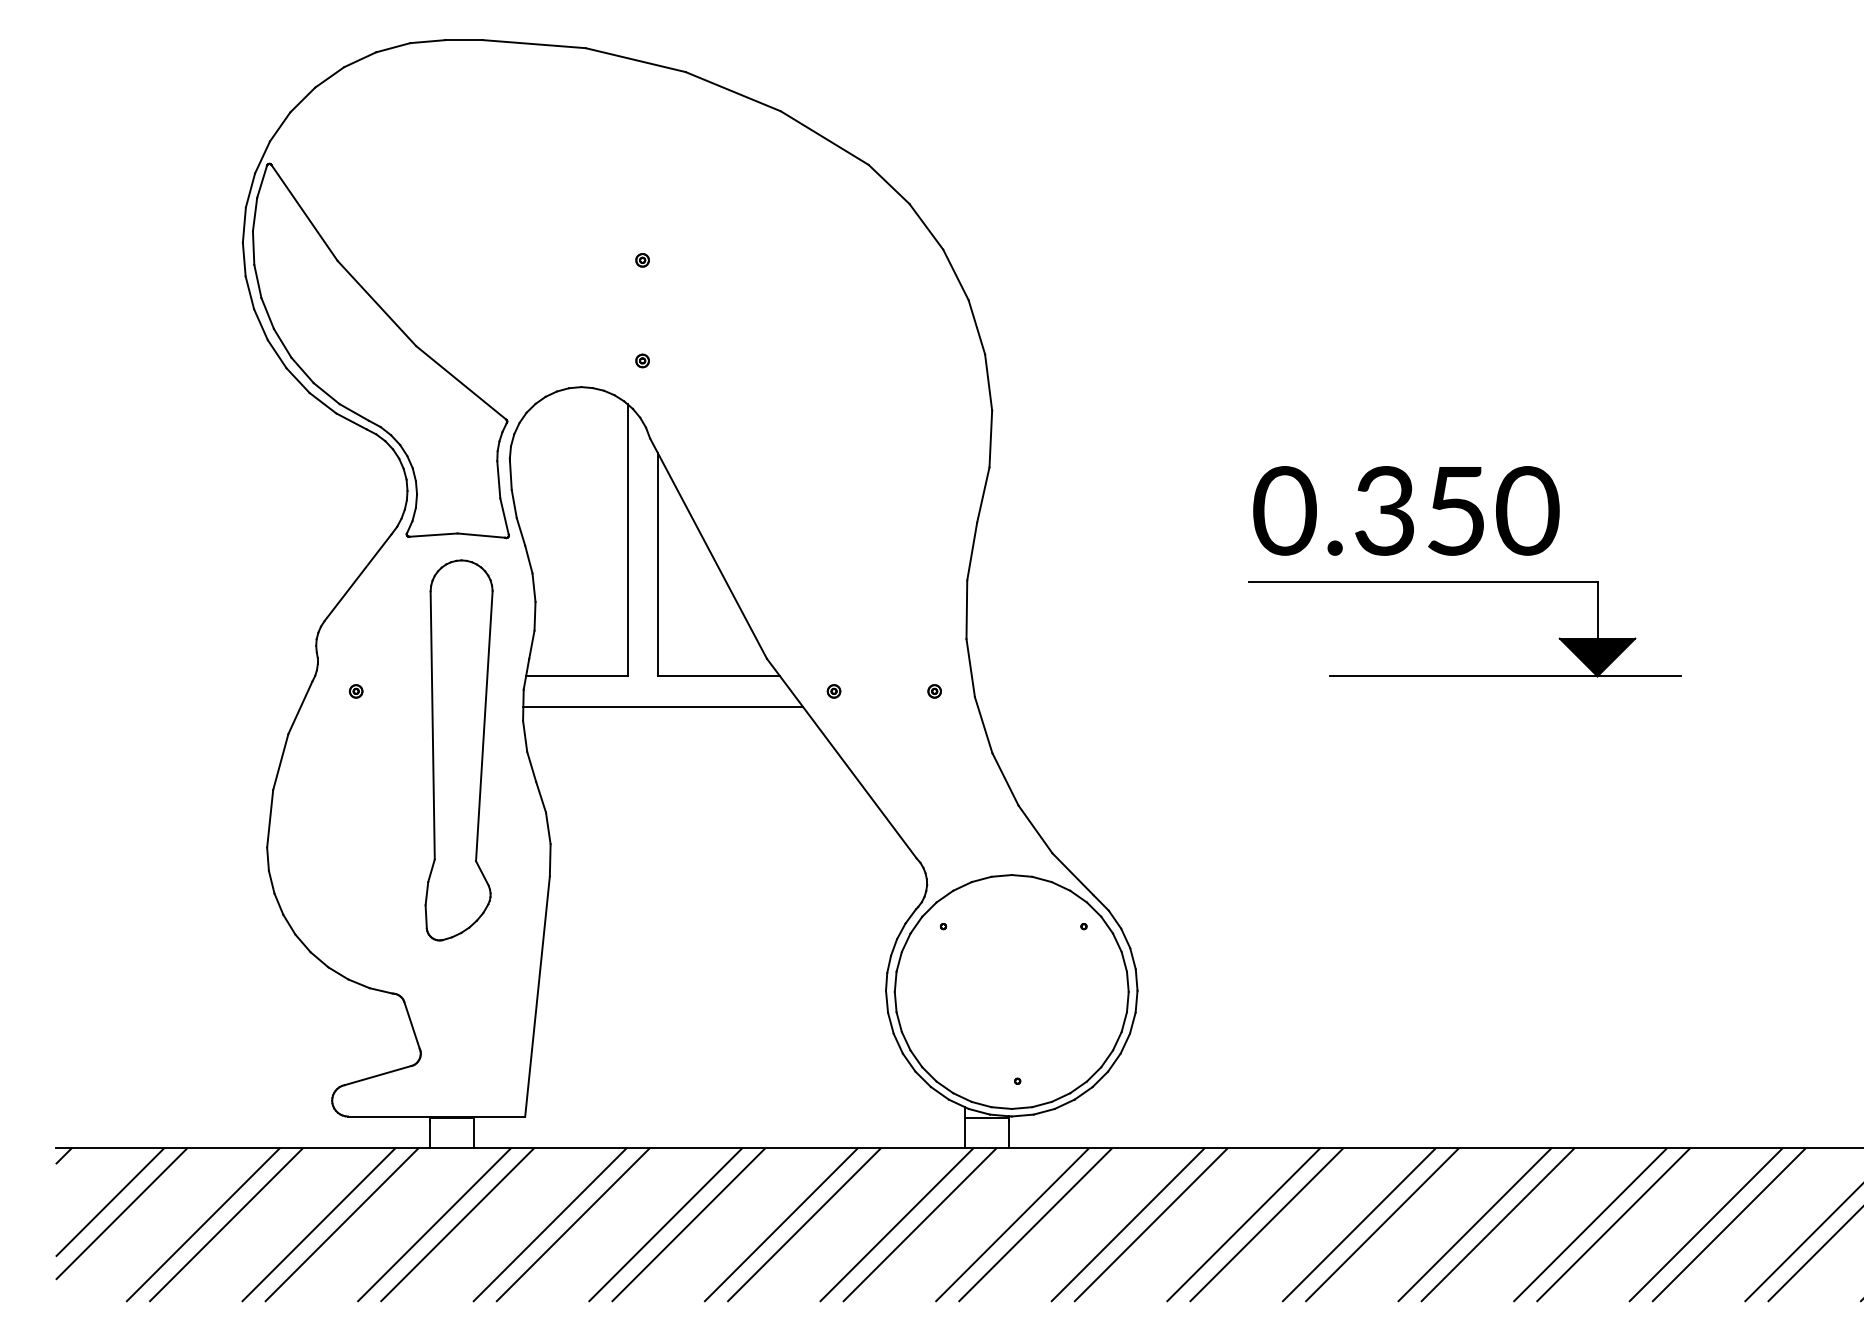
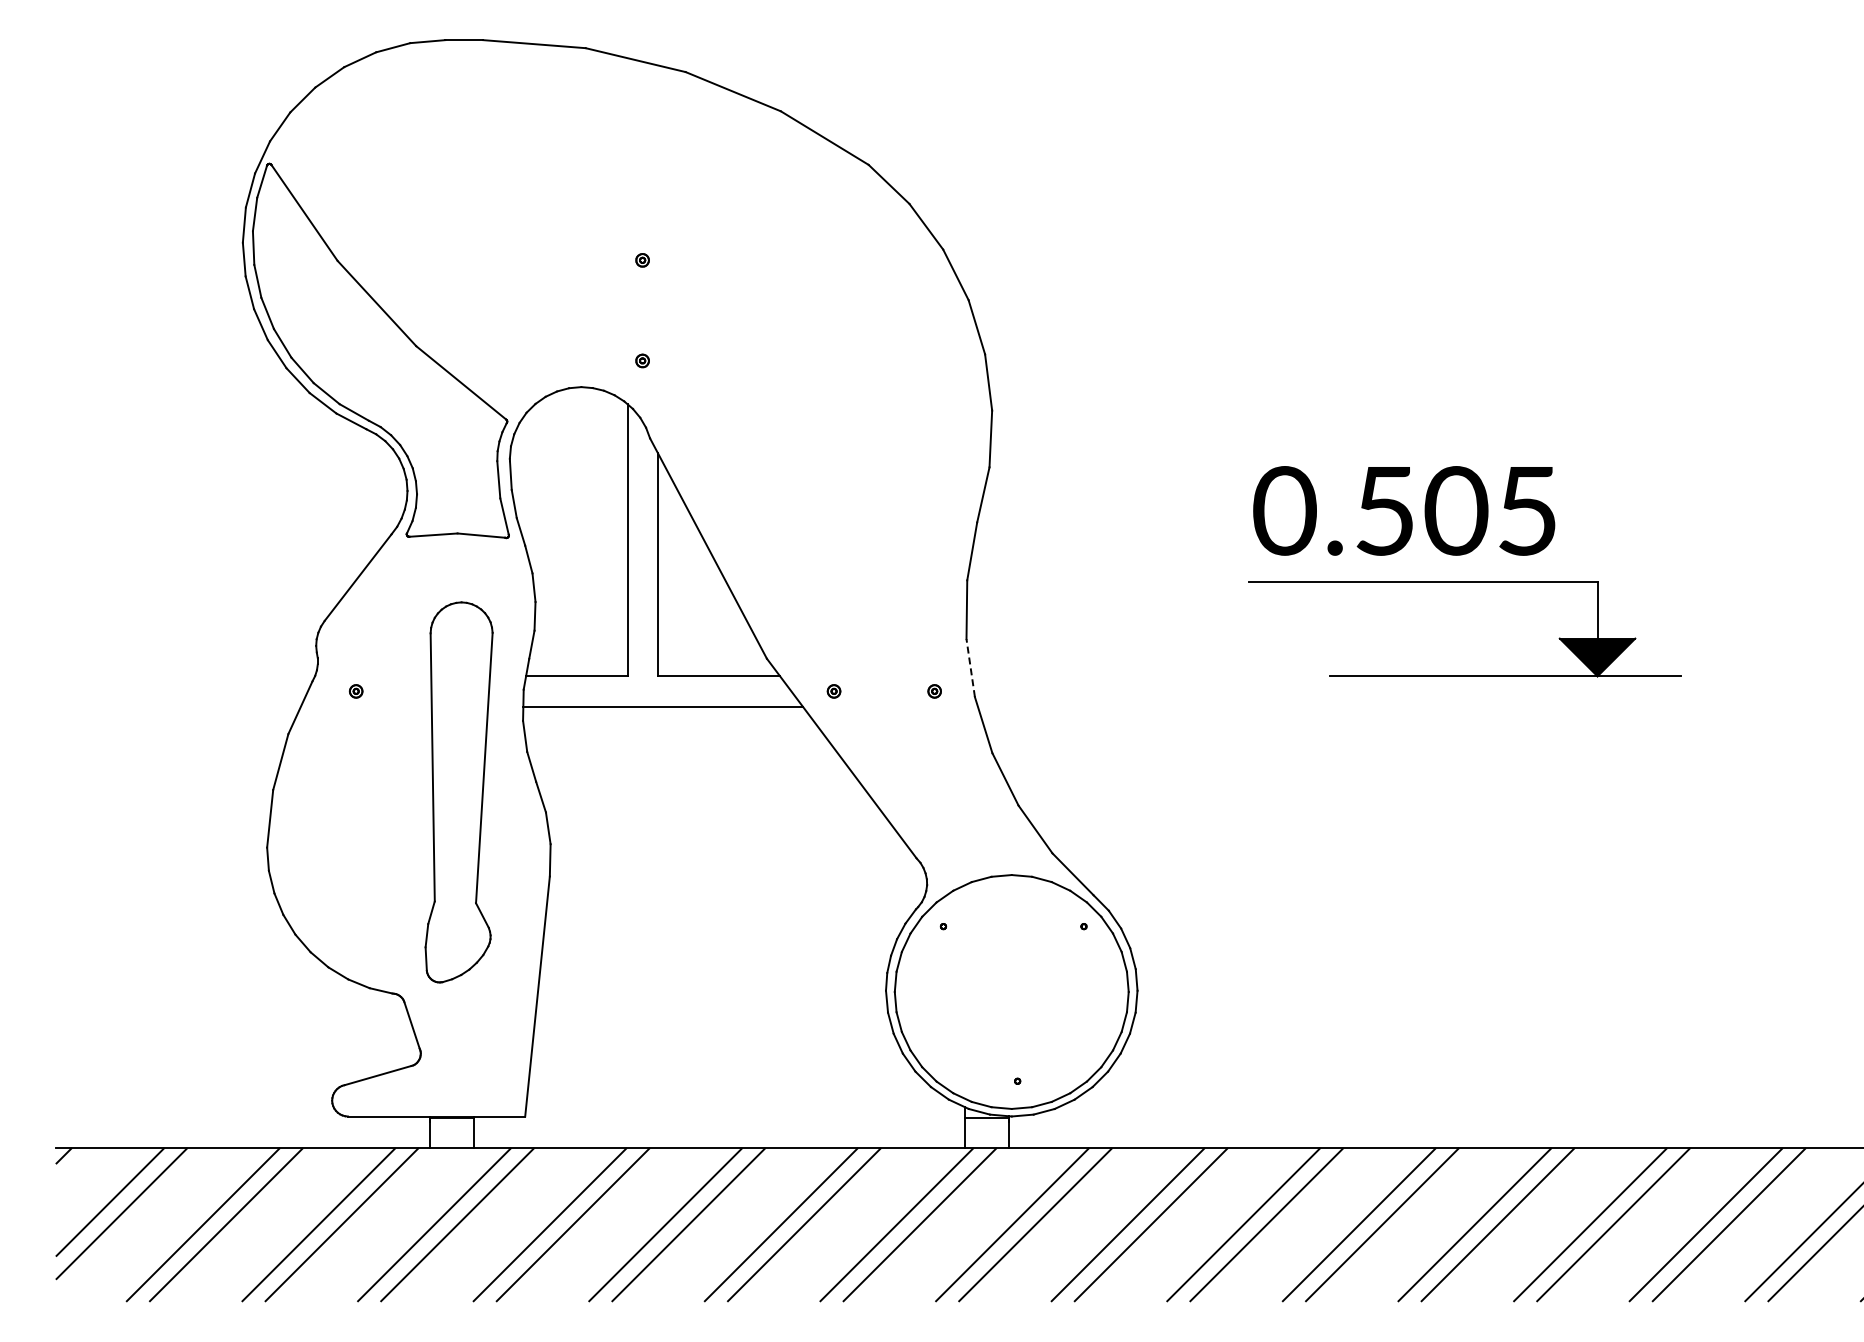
text at (1457, 510): 0.350 -> 0.505
line at (970, 667): solid -> dashed
part at (458, 750) position: (458, 750) -> (458, 792)
